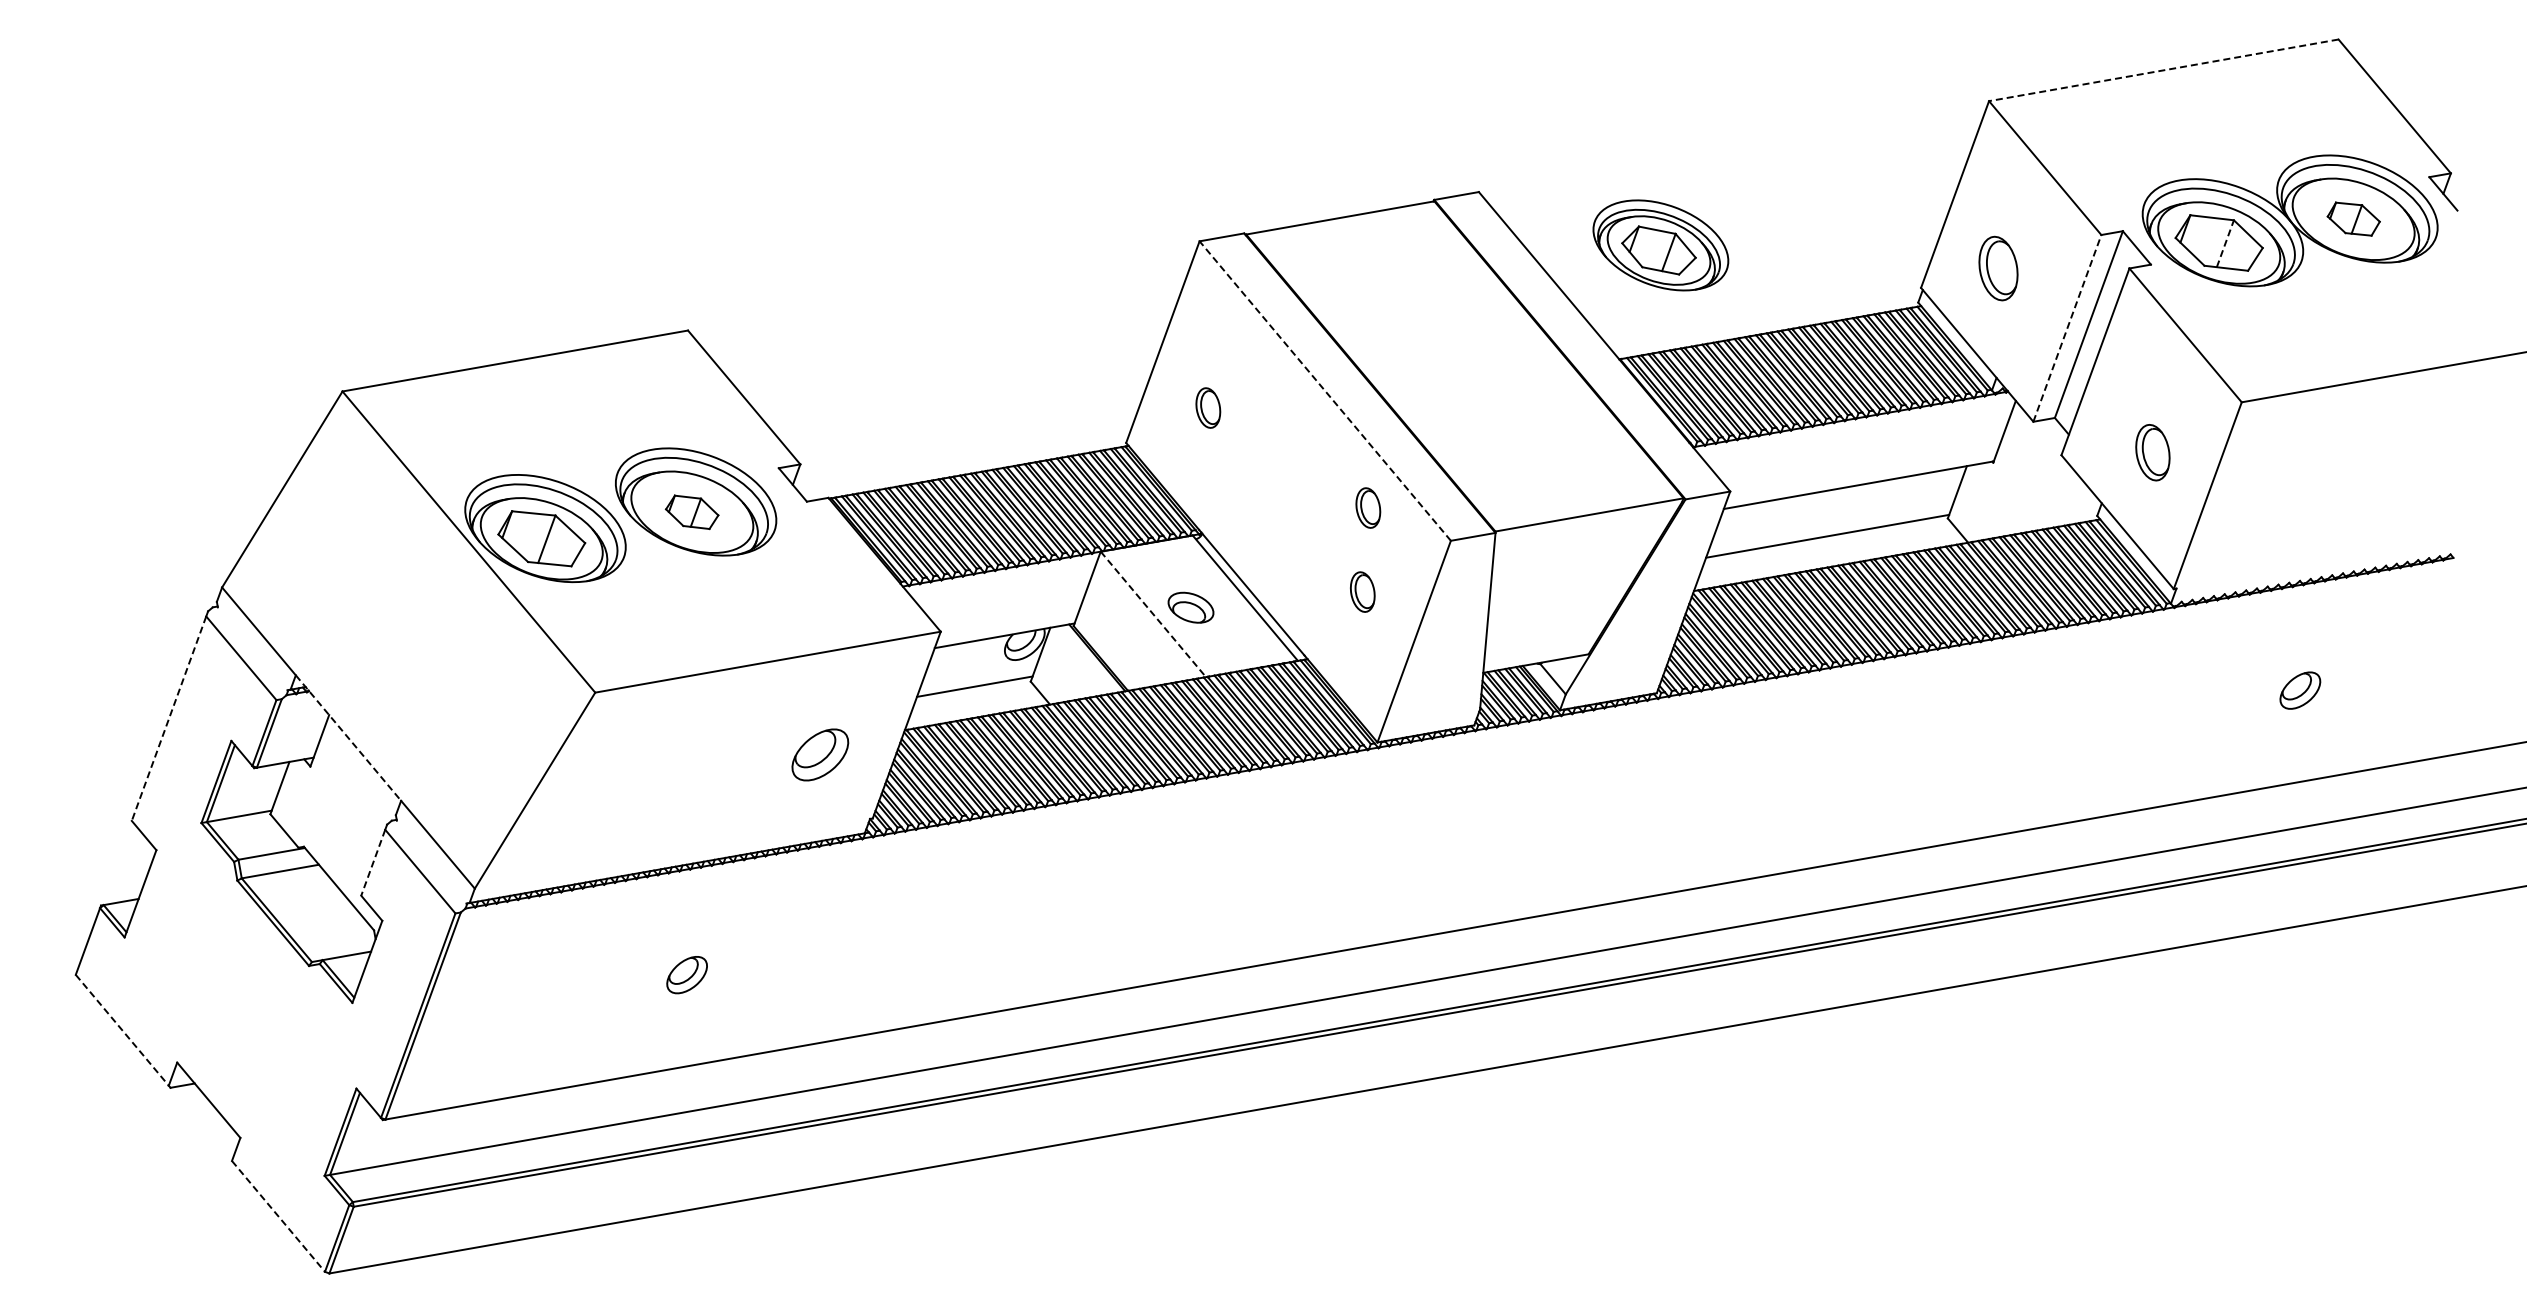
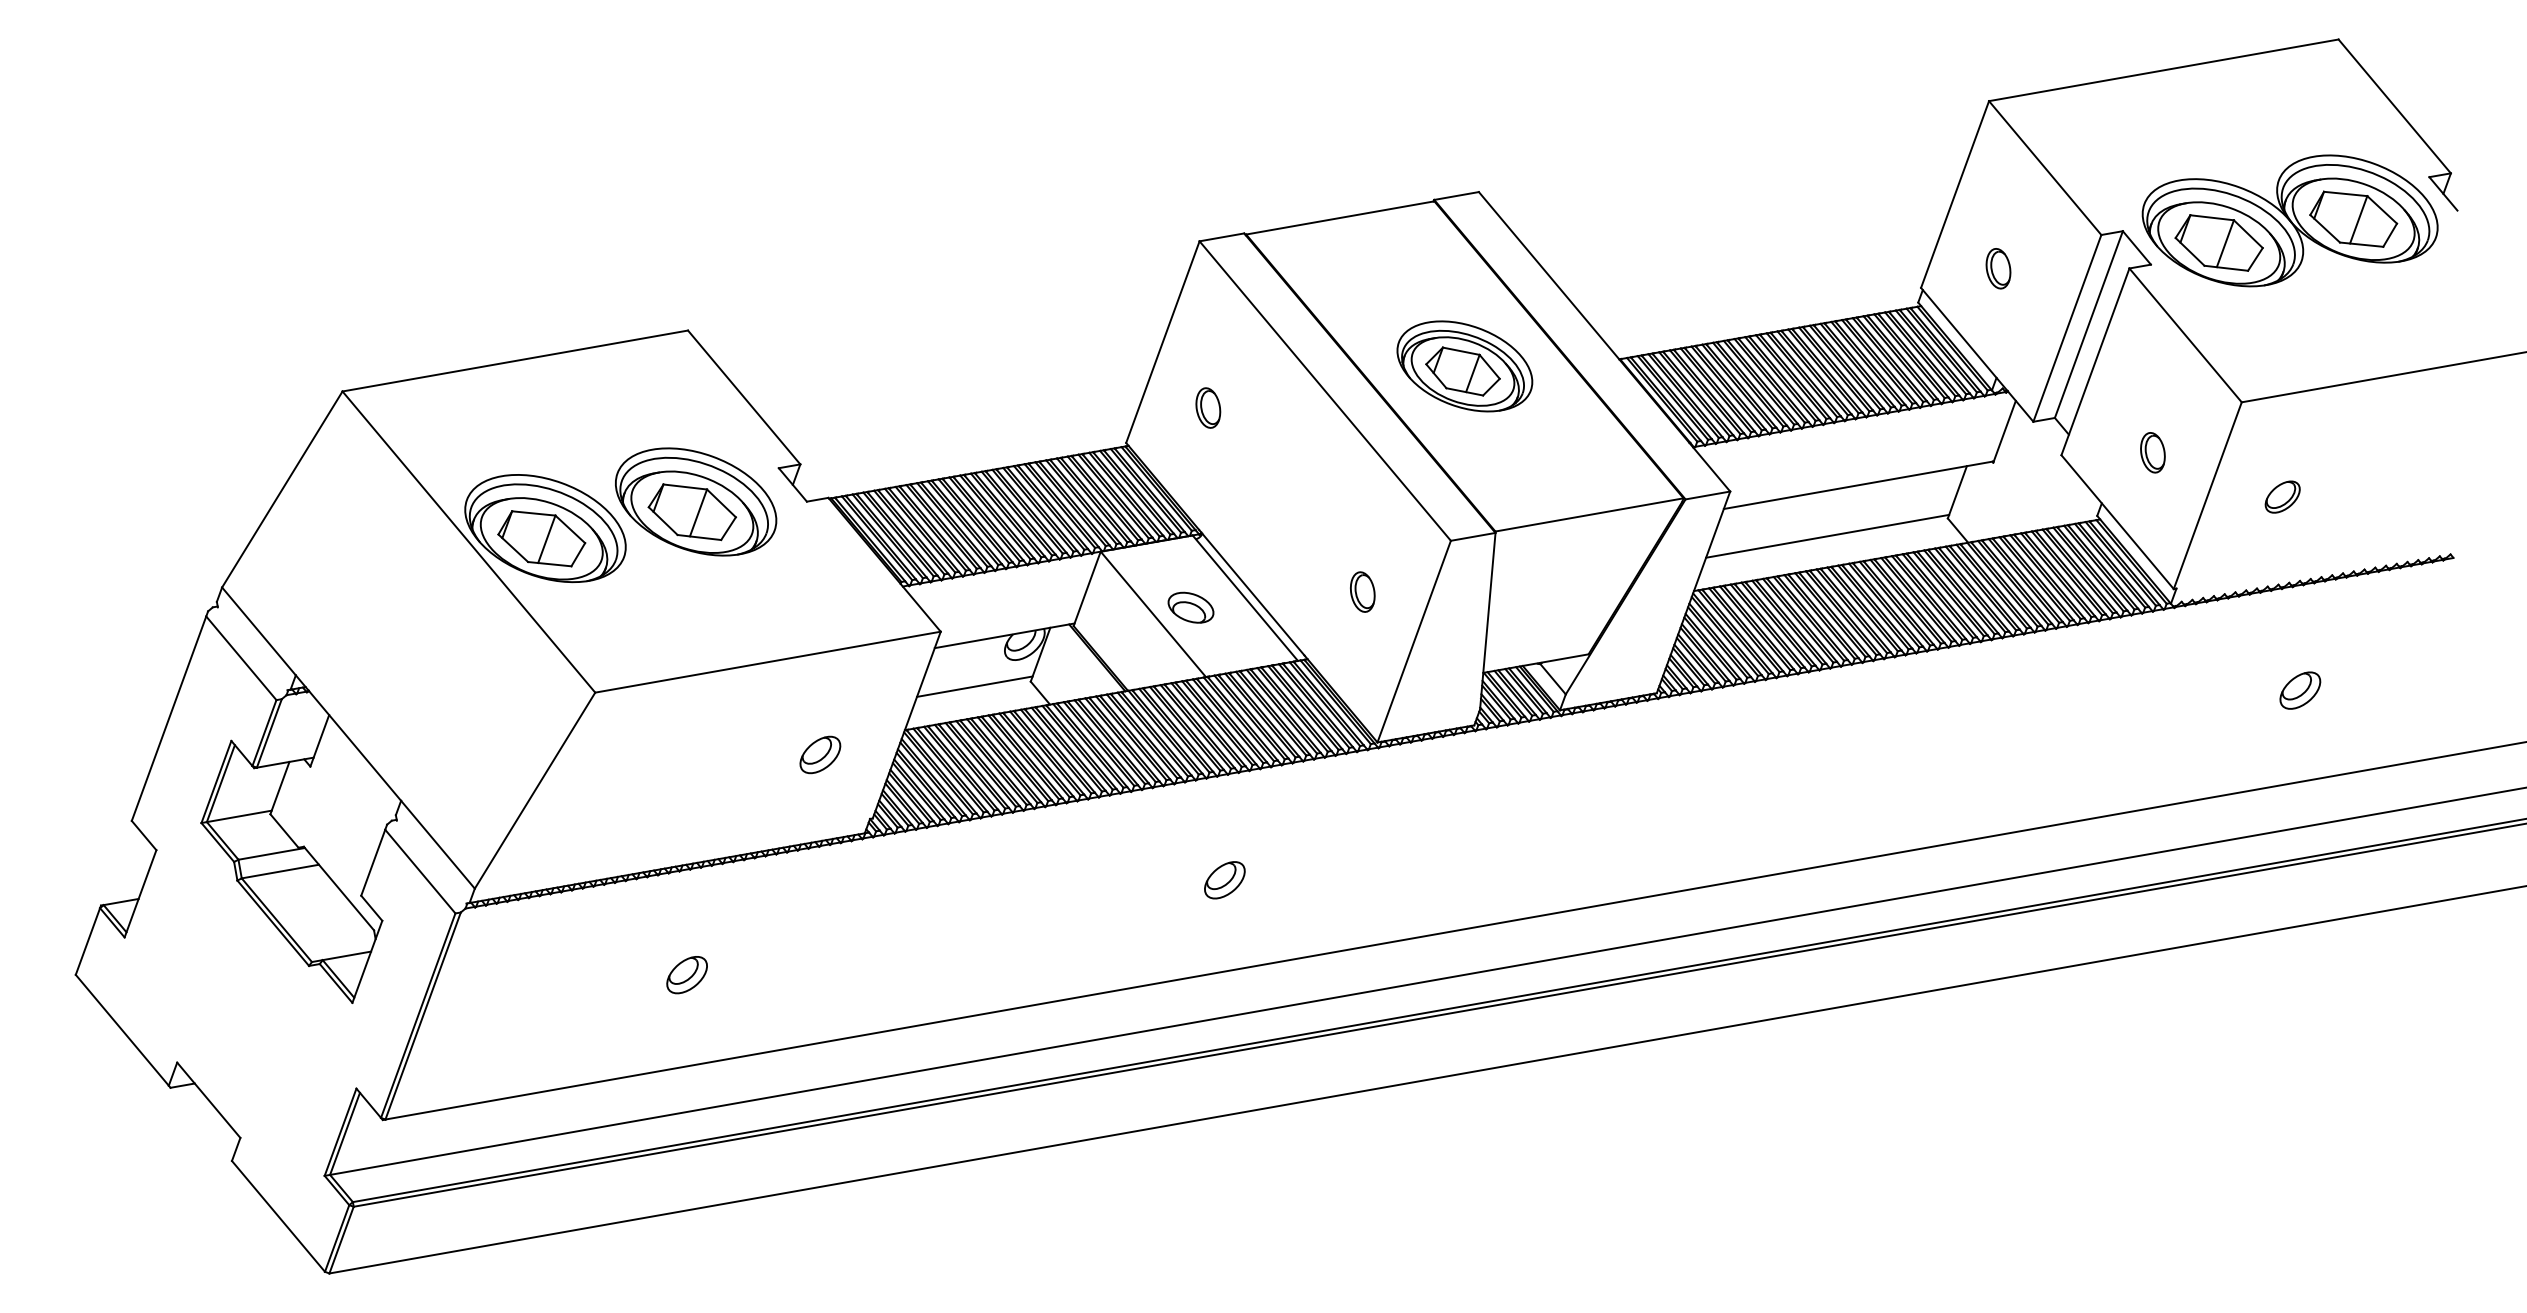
line at (2163, 70): dashed -> solid
part at (2353, 218) size: 55x36 px -> 90x58 px
line at (2225, 243): dashed -> solid
part at (1660, 245) position: (1660, 245) -> (1464, 366)
part at (1998, 268) size: 41x67 px -> 27x42 px
line at (2067, 327): dashed -> solid
line at (1324, 390): dashed -> solid
part at (2152, 452) size: 36x58 px -> 26x42 px
part at (2282, 496): none -> present
part at (1368, 507): present -> none
part at (691, 512) size: 56x37 px -> 90x59 px
line at (1153, 614): dashed -> solid
line at (169, 718): dashed -> solid
line at (348, 738): dashed -> solid
part at (820, 754) size: 59x54 px -> 43x40 px
line at (373, 863): dashed -> solid
part at (1224, 880): none -> present
line at (122, 1030): dashed -> solid
line at (278, 1216): dashed -> solid
